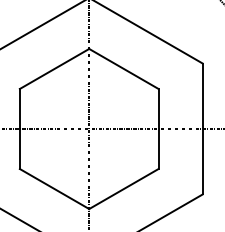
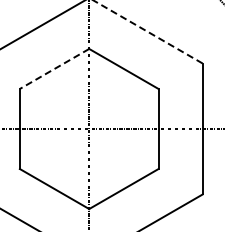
line at (147, 31): solid -> dashed
line at (54, 69): solid -> dashed
